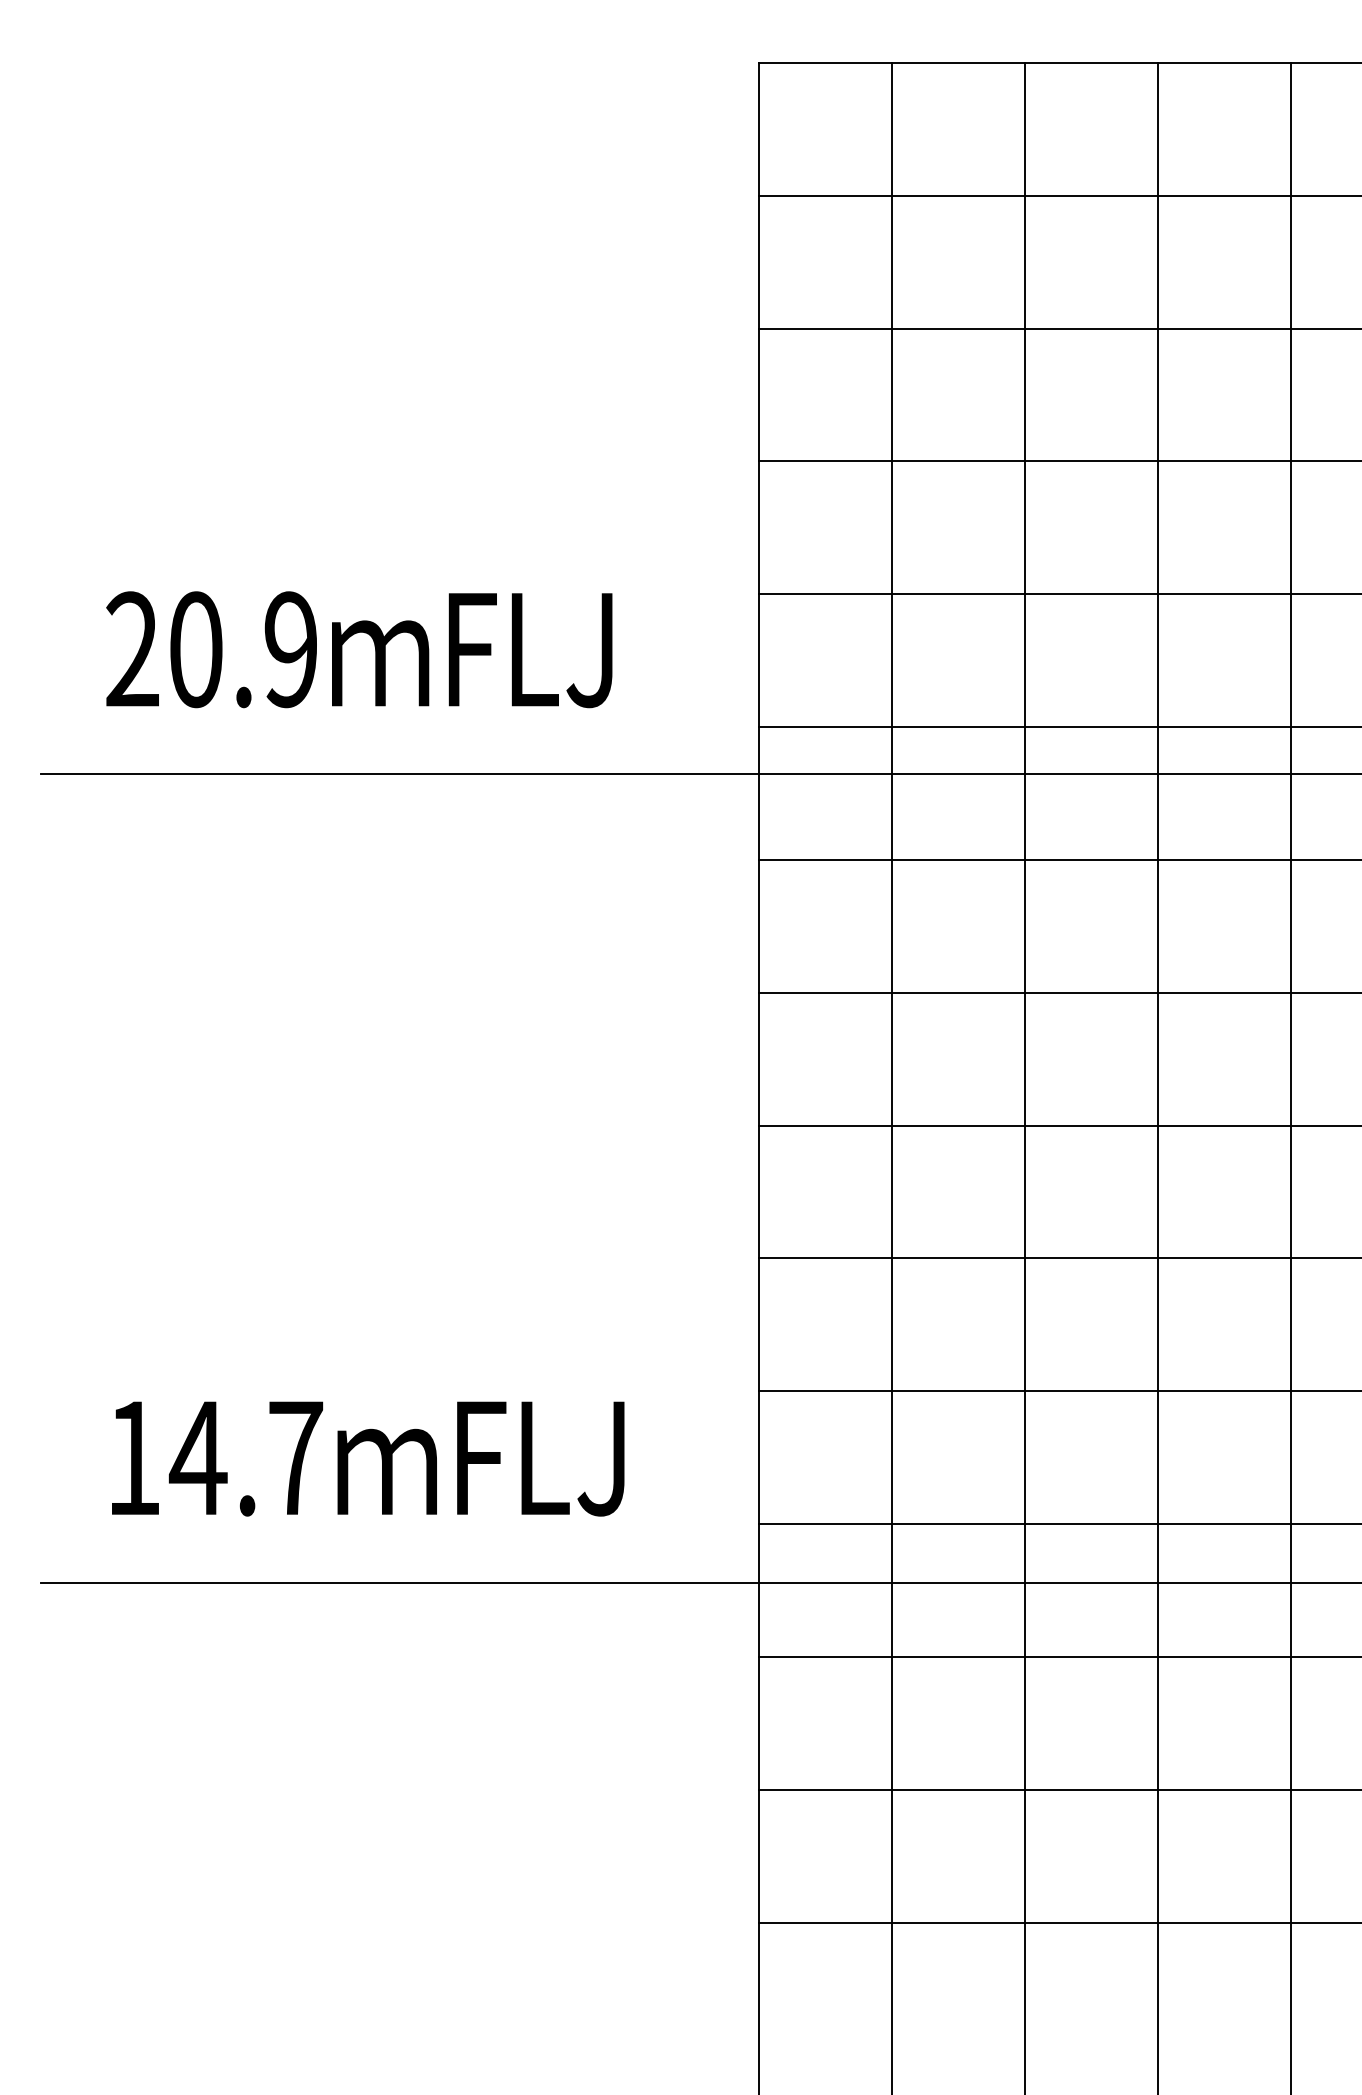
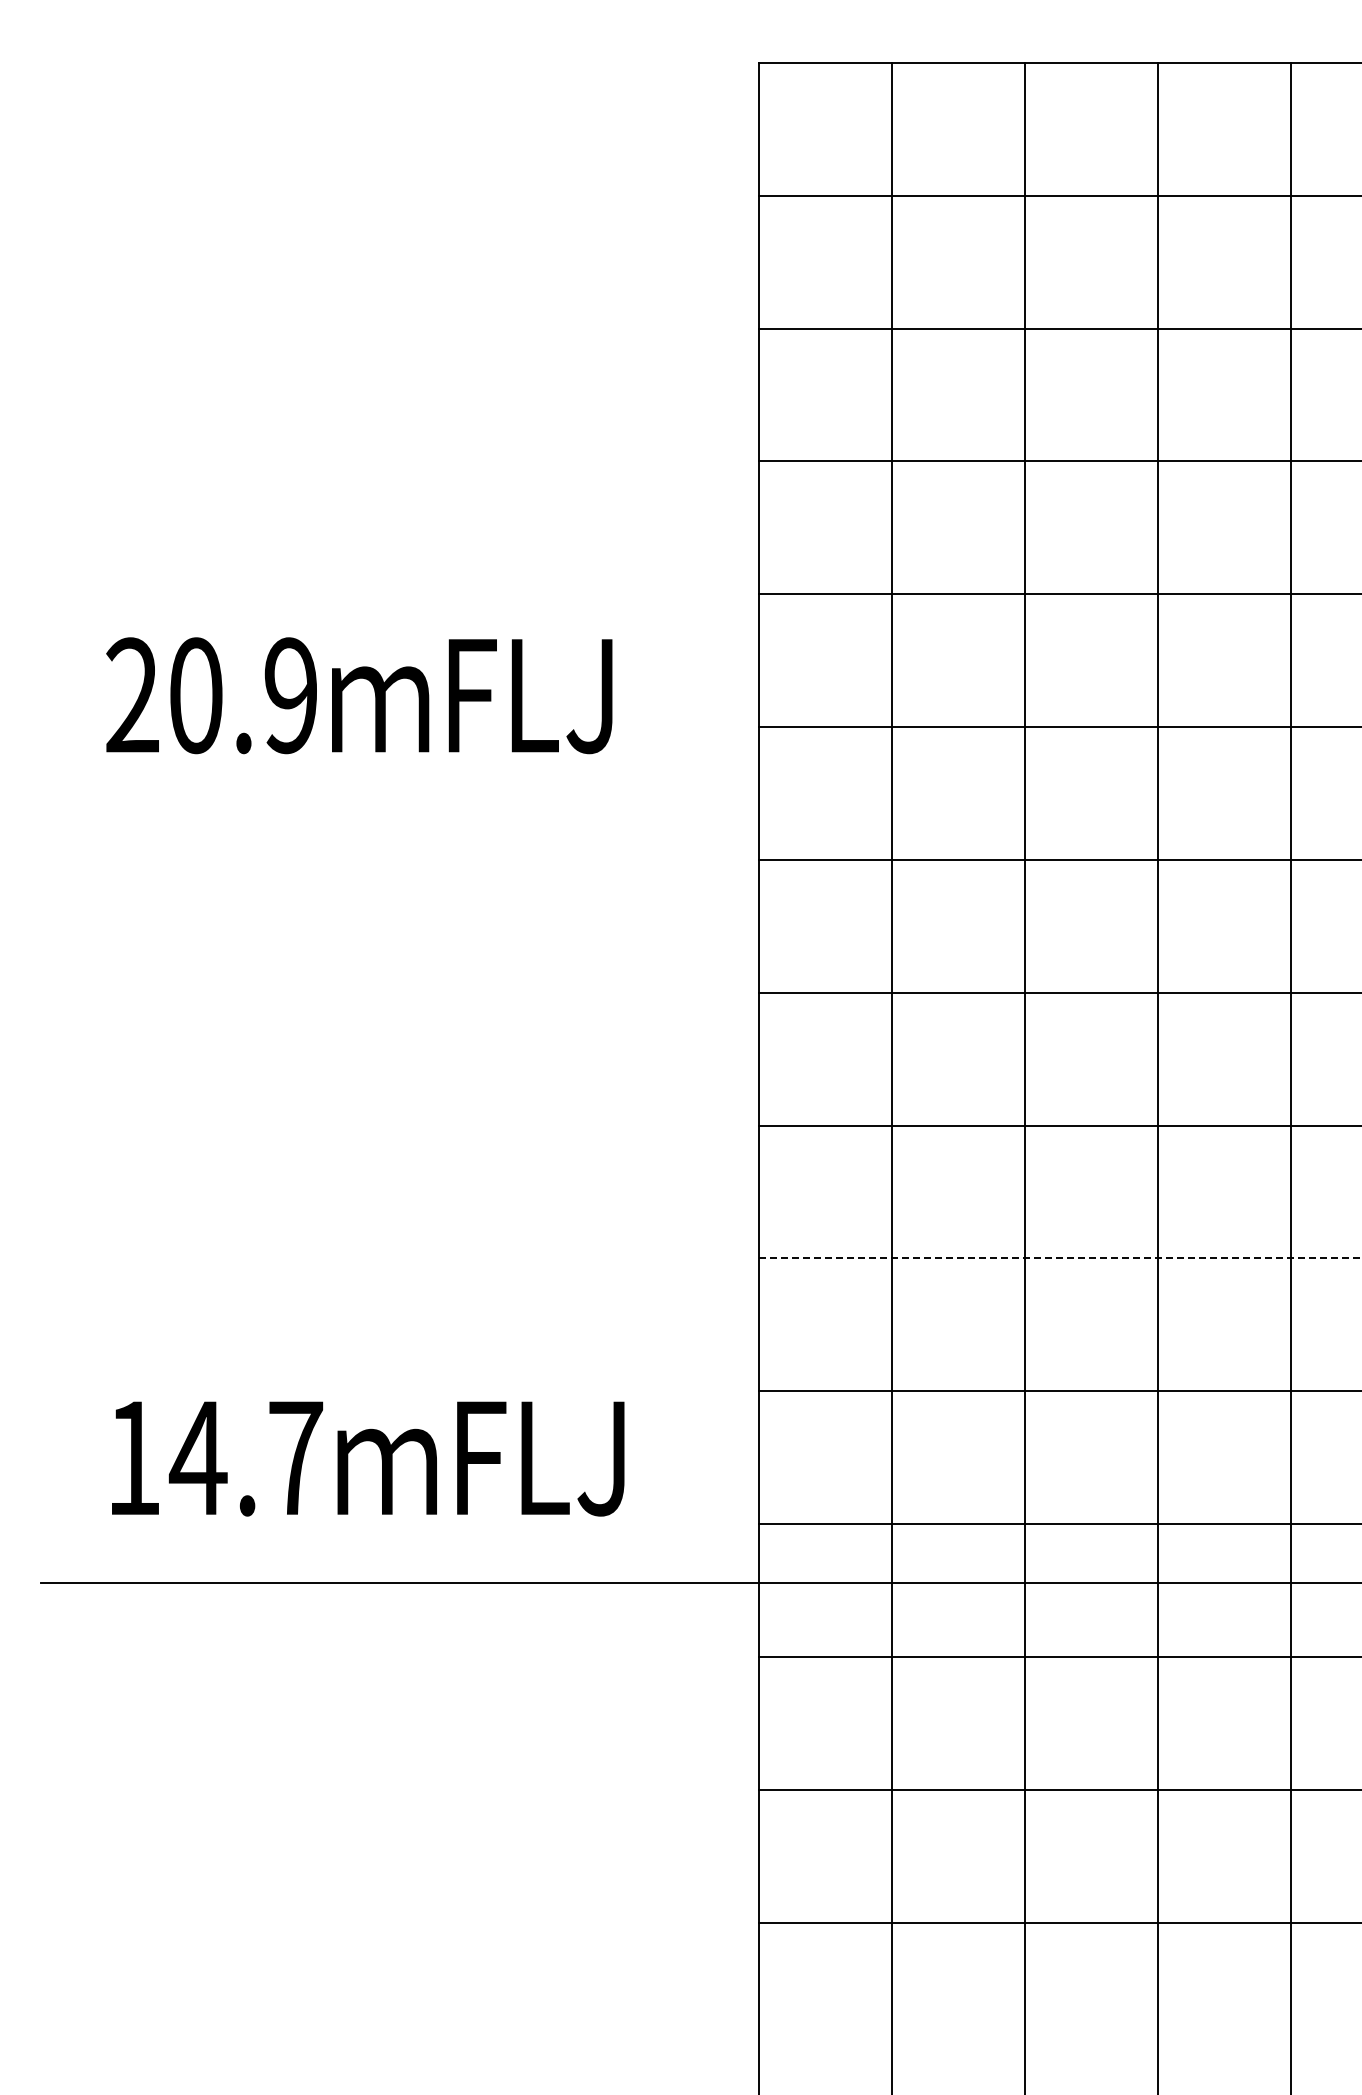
text at (359, 649) position: (359, 649) -> (359, 695)
line at (699, 774): present -> none
line at (1060, 1258): solid -> dashed
